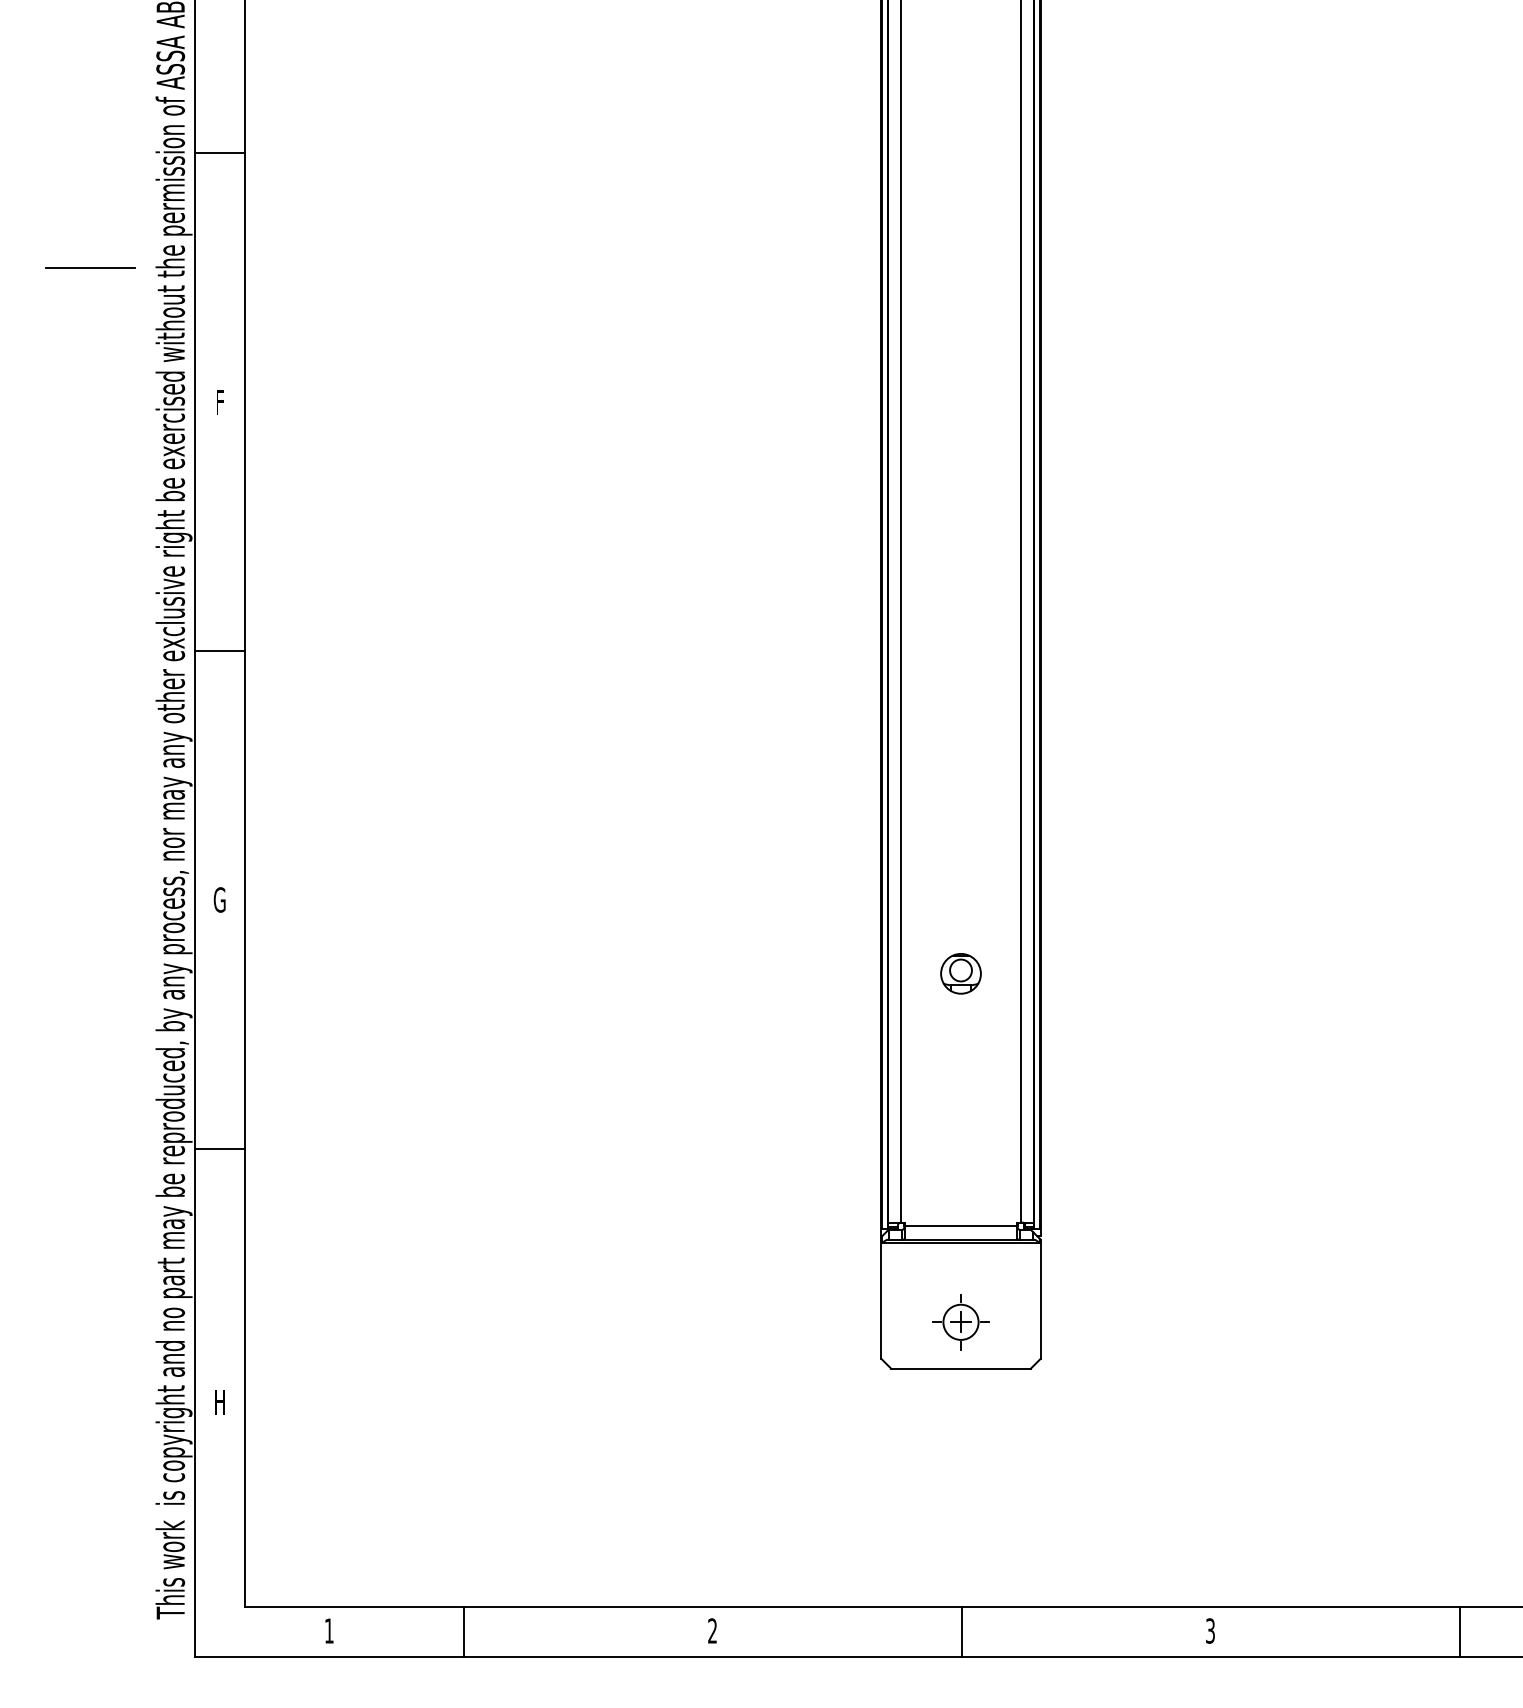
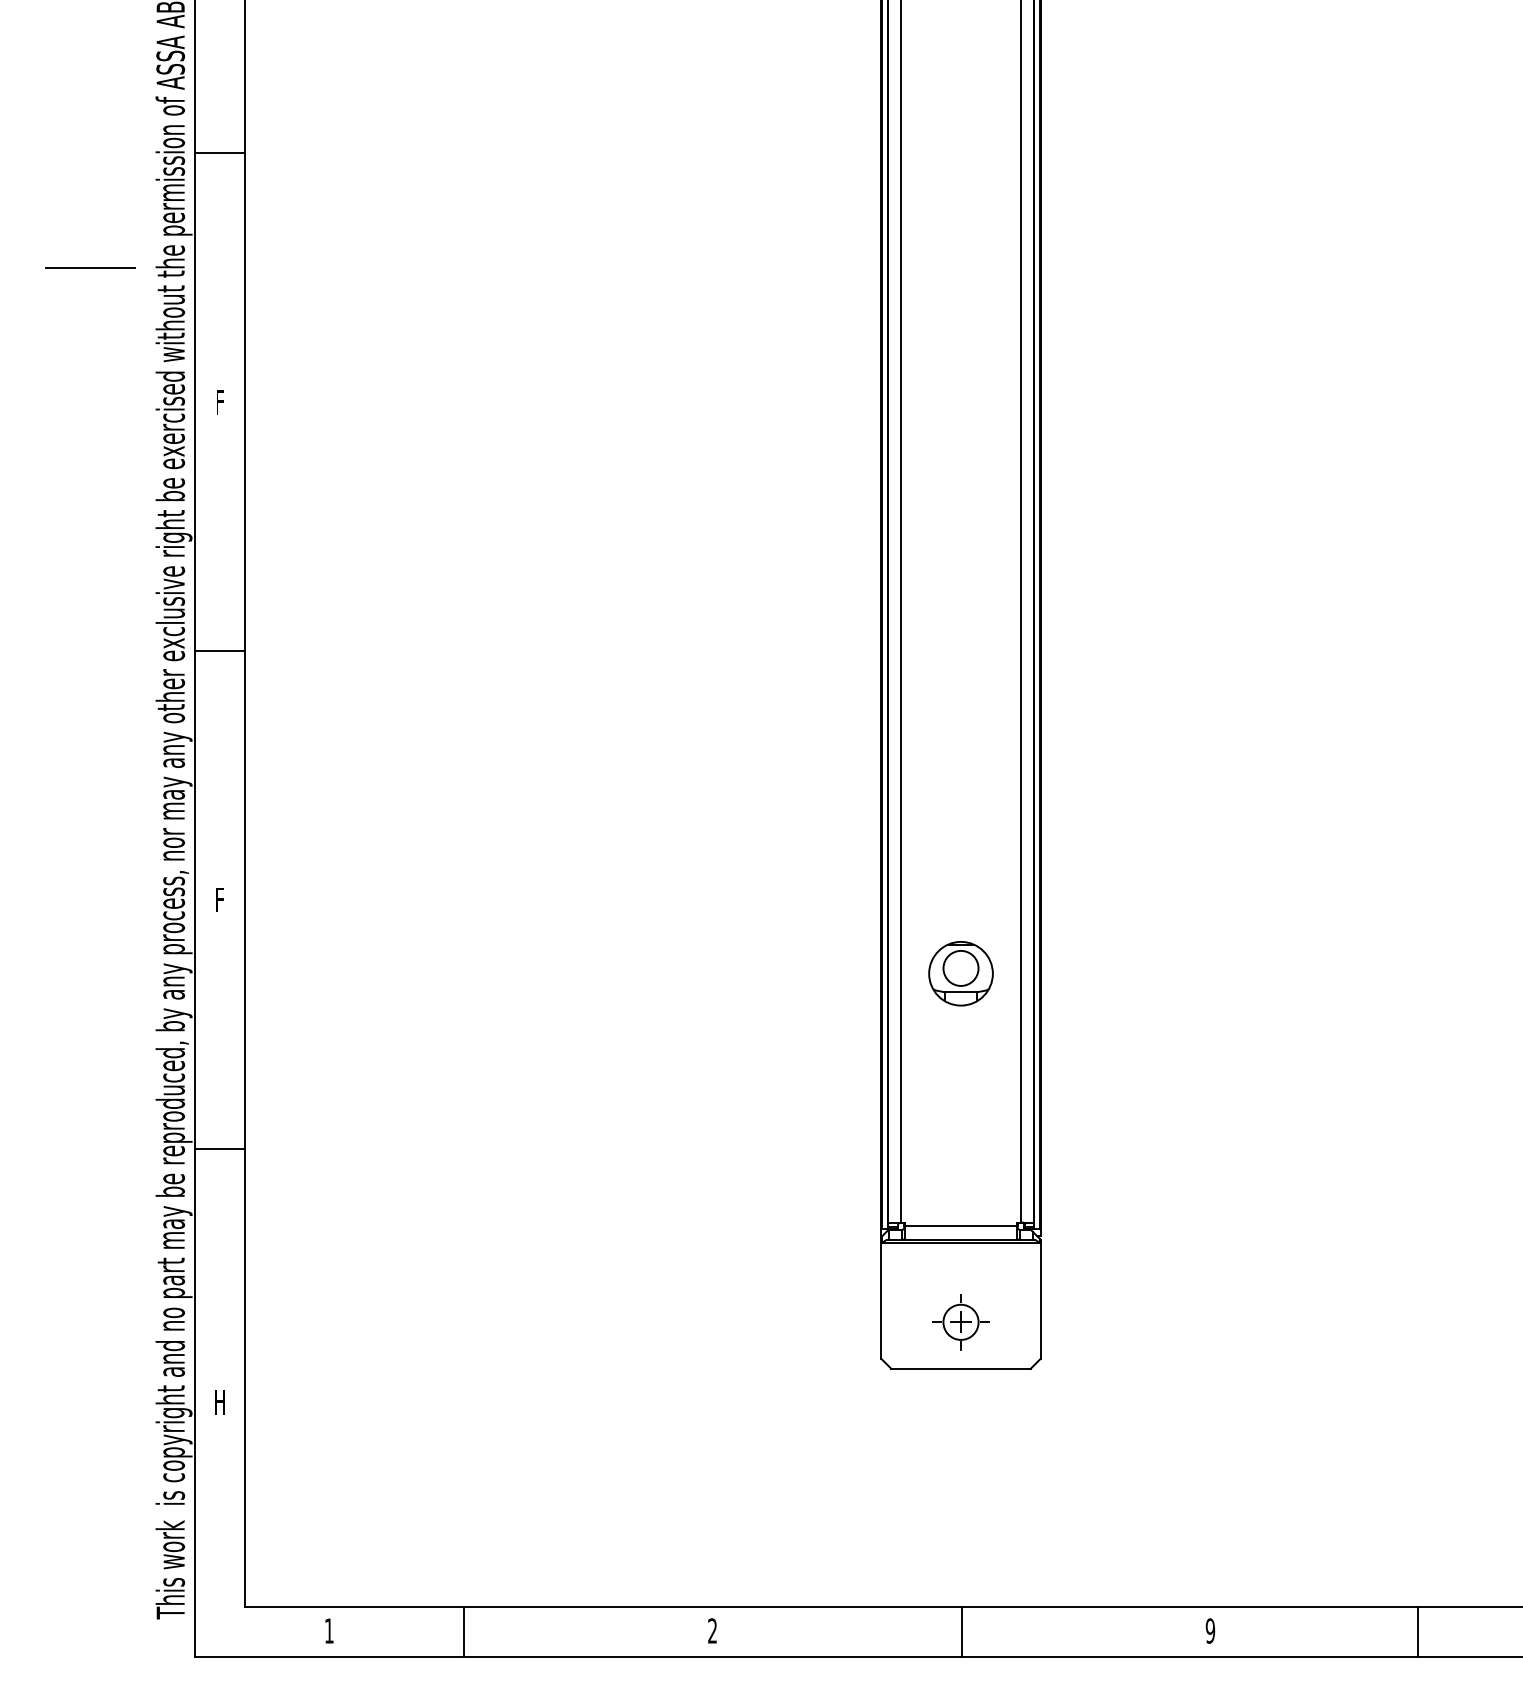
text at (219, 899): G -> F
part at (960, 973) size: 42x42 px -> 66x66 px
text at (1210, 1630): 3 -> 9
line at (1459, 1631) position: (1459, 1631) -> (1417, 1631)
